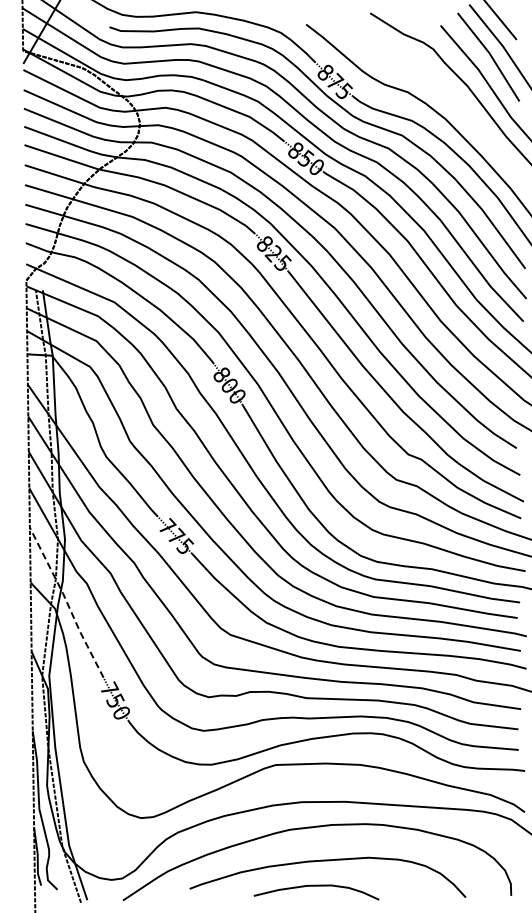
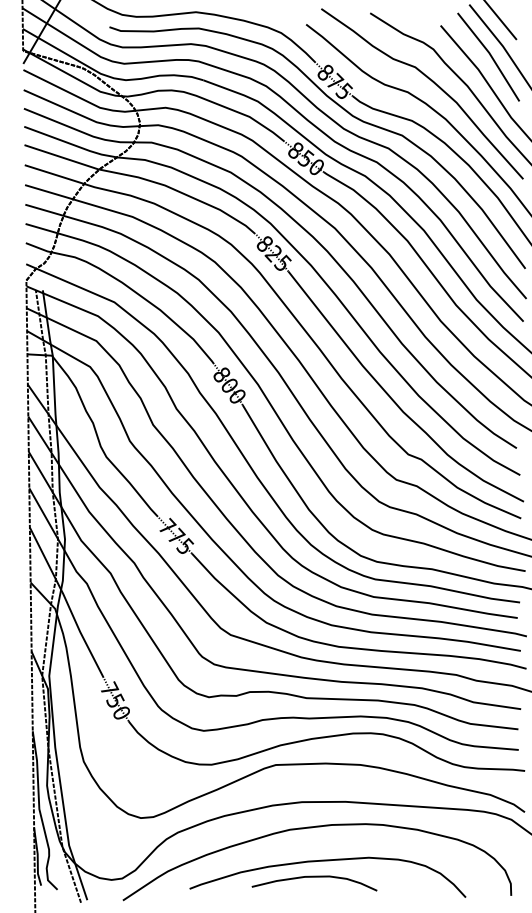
curve at (432, 82): none -> present
line at (66, 602): dashed -> solid
curve at (316, 886) position: (316, 886) -> (314, 877)
